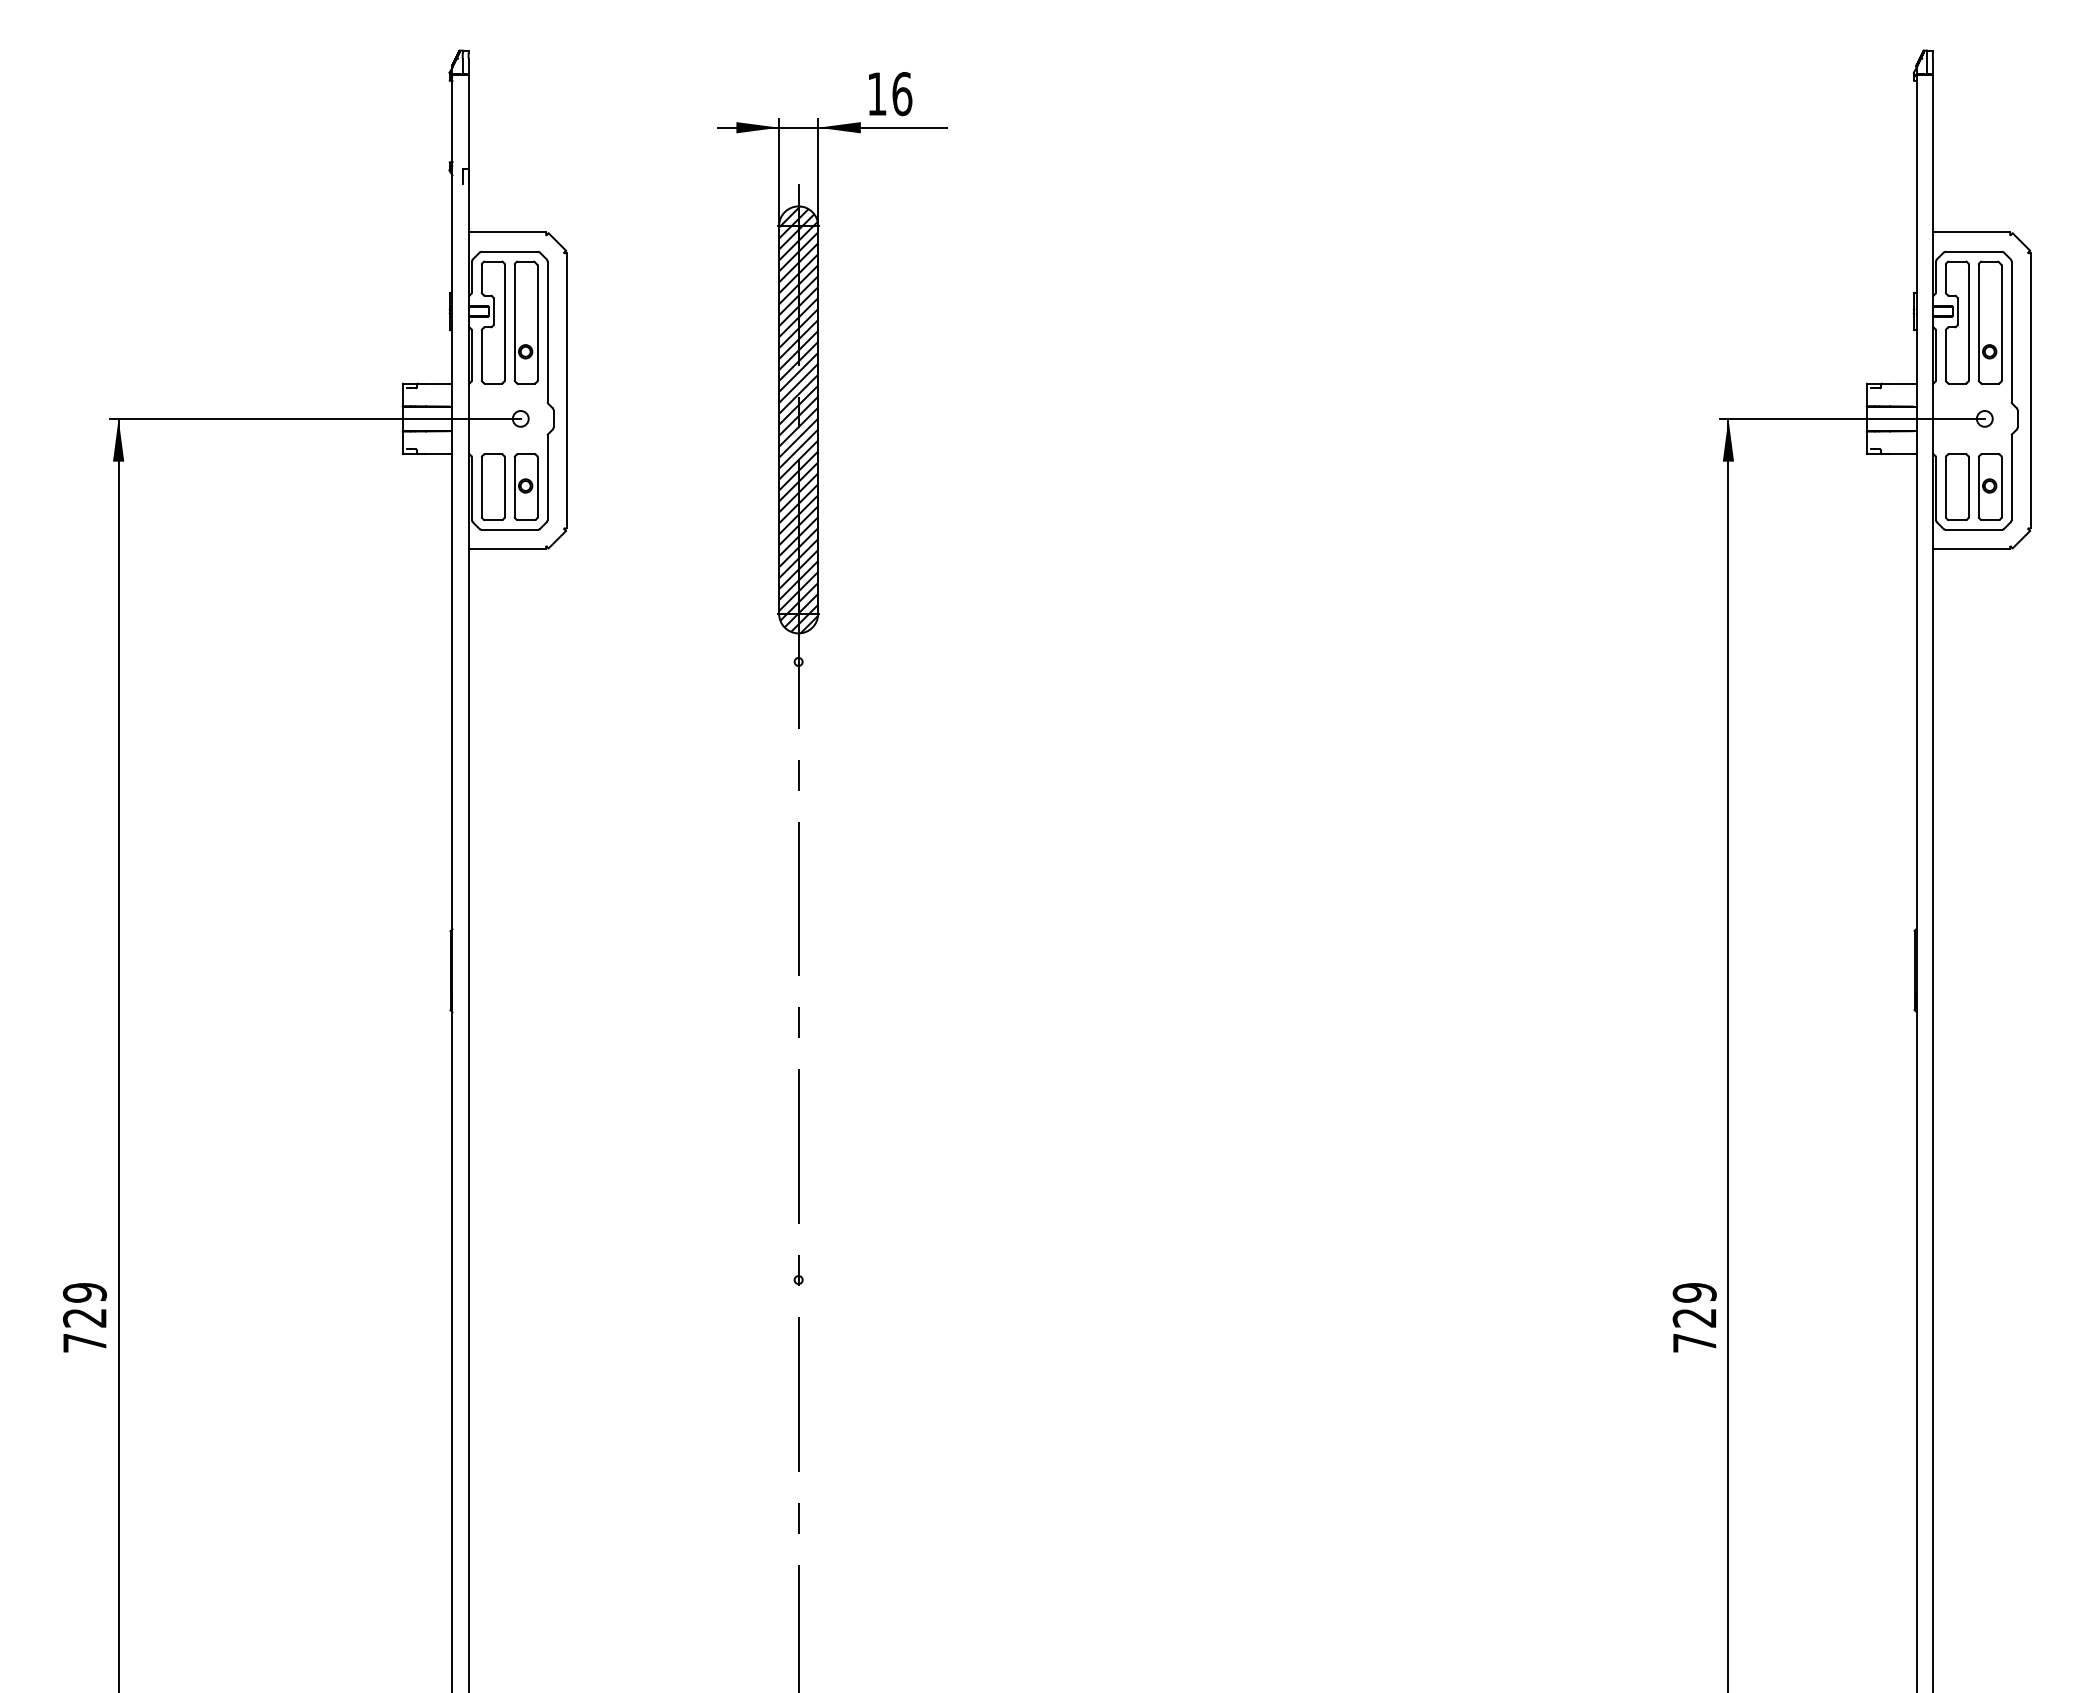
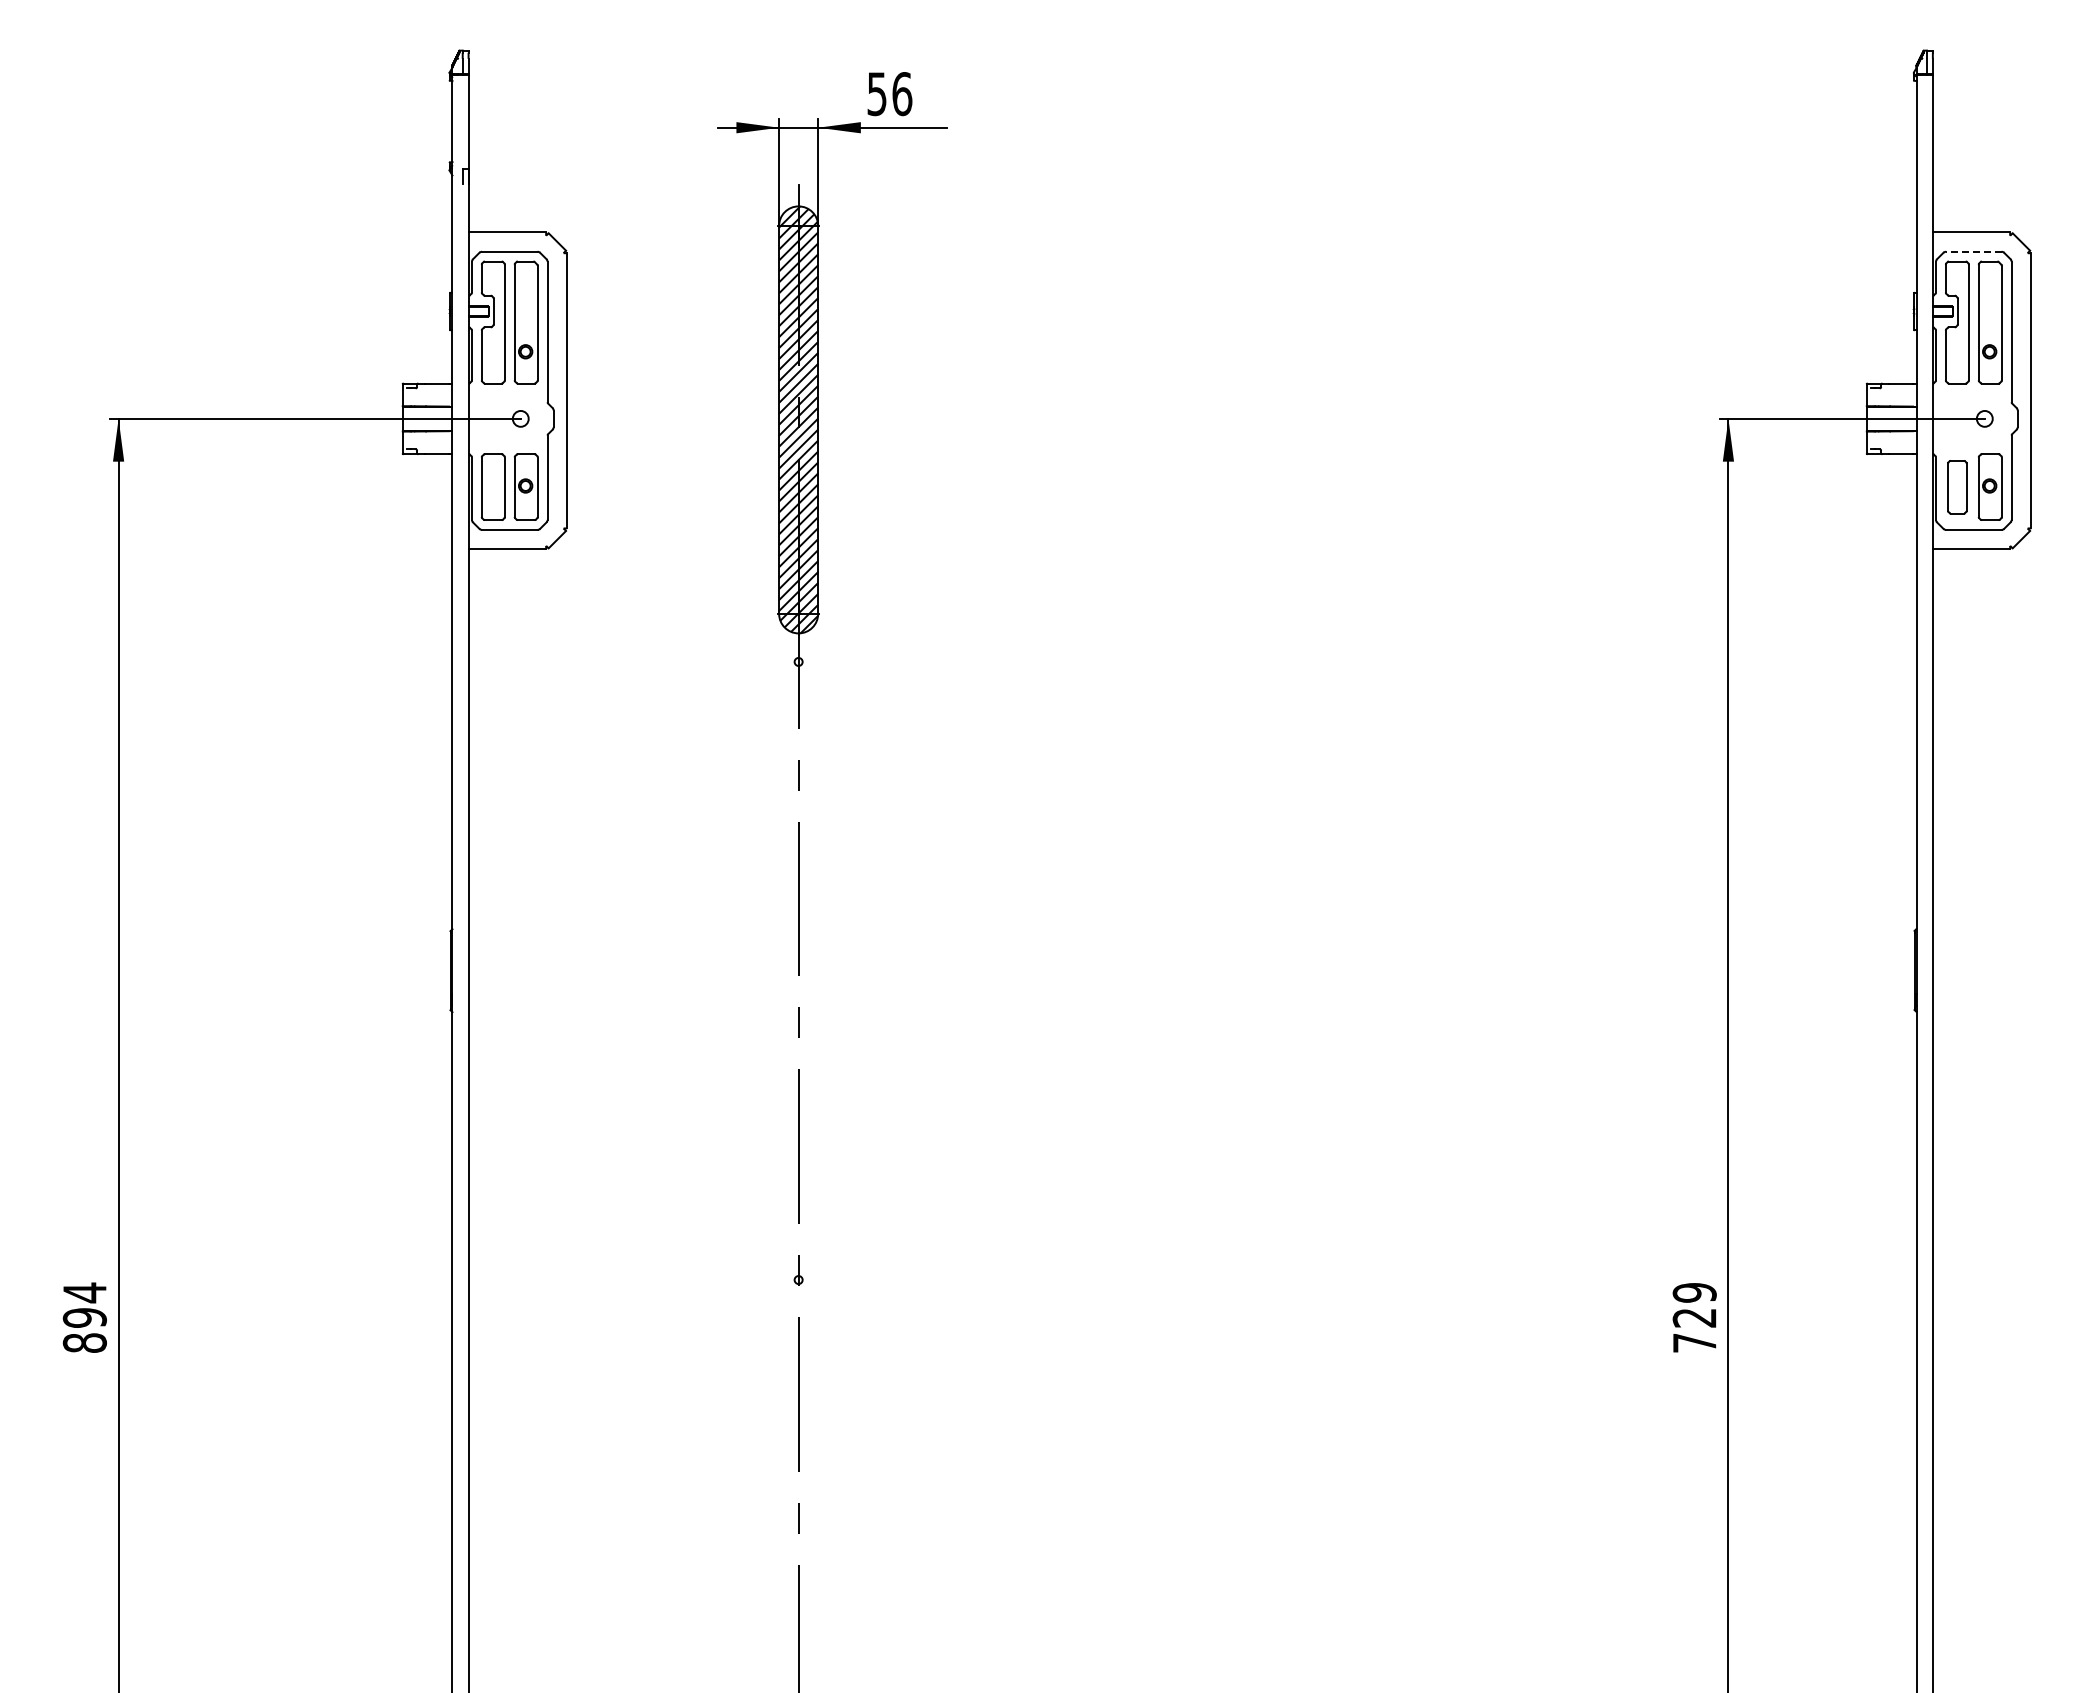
text at (876, 94): 16 -> 56
line at (1973, 251): solid -> dashed
part at (1957, 486) size: 25x68 px -> 21x55 px
text at (84, 1317): 729 -> 894
